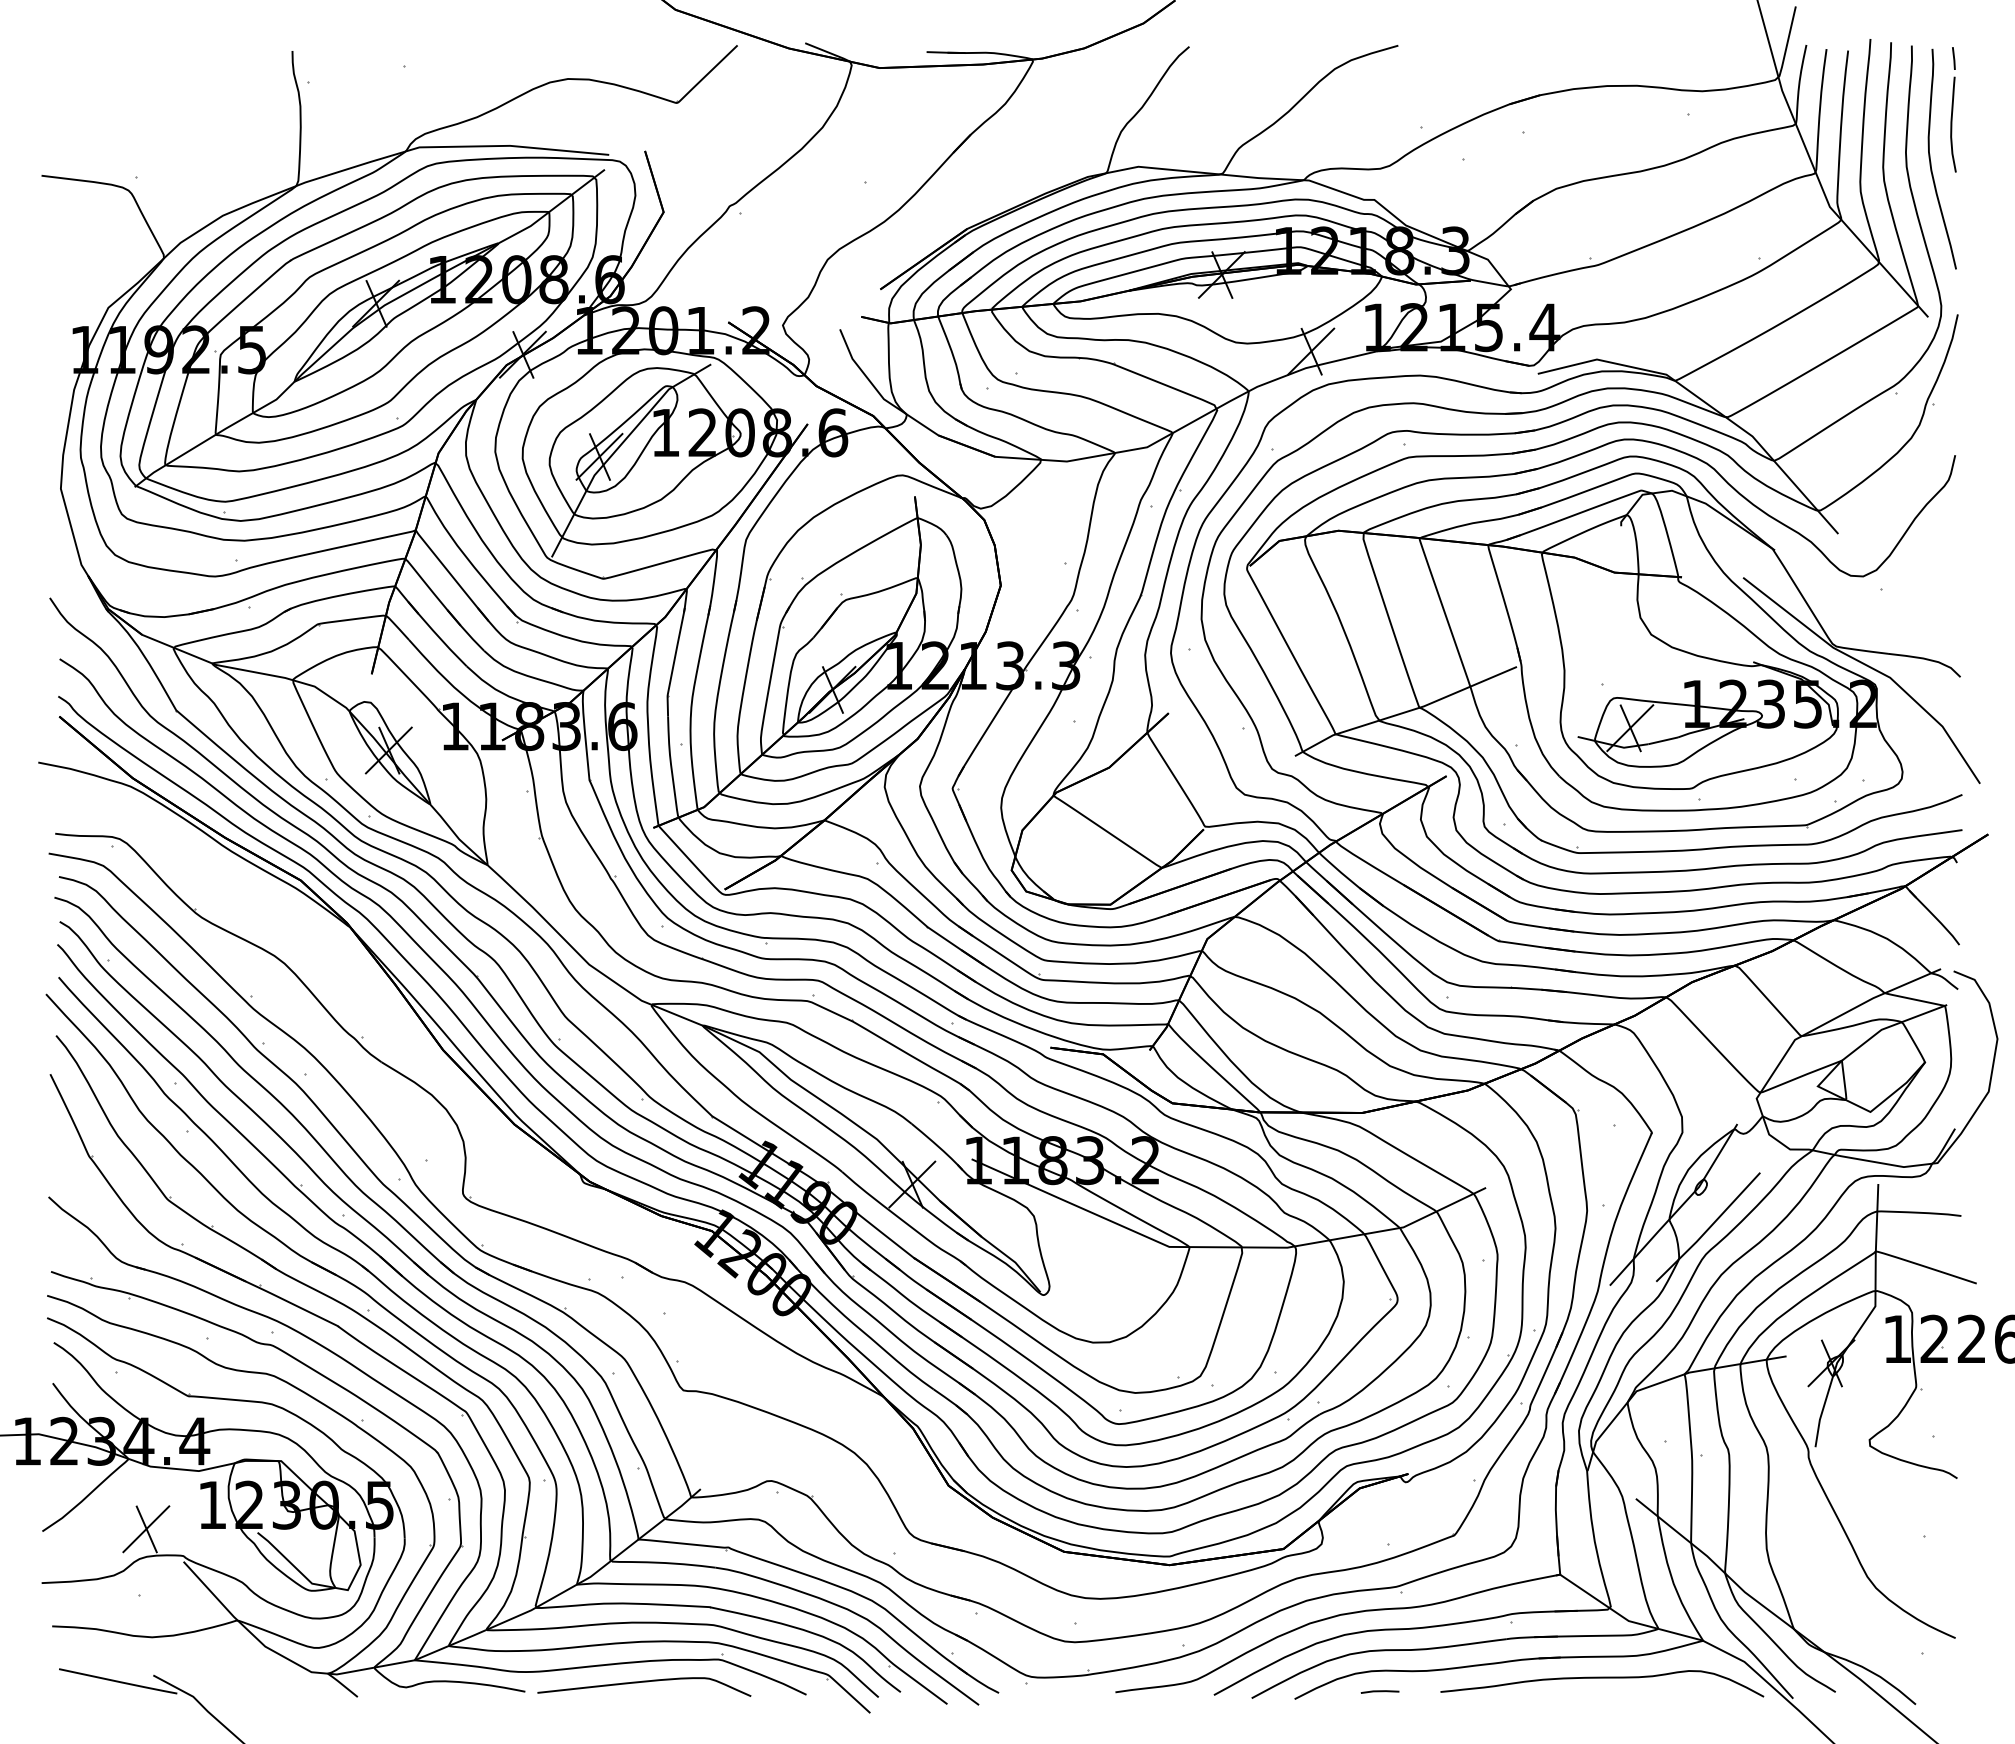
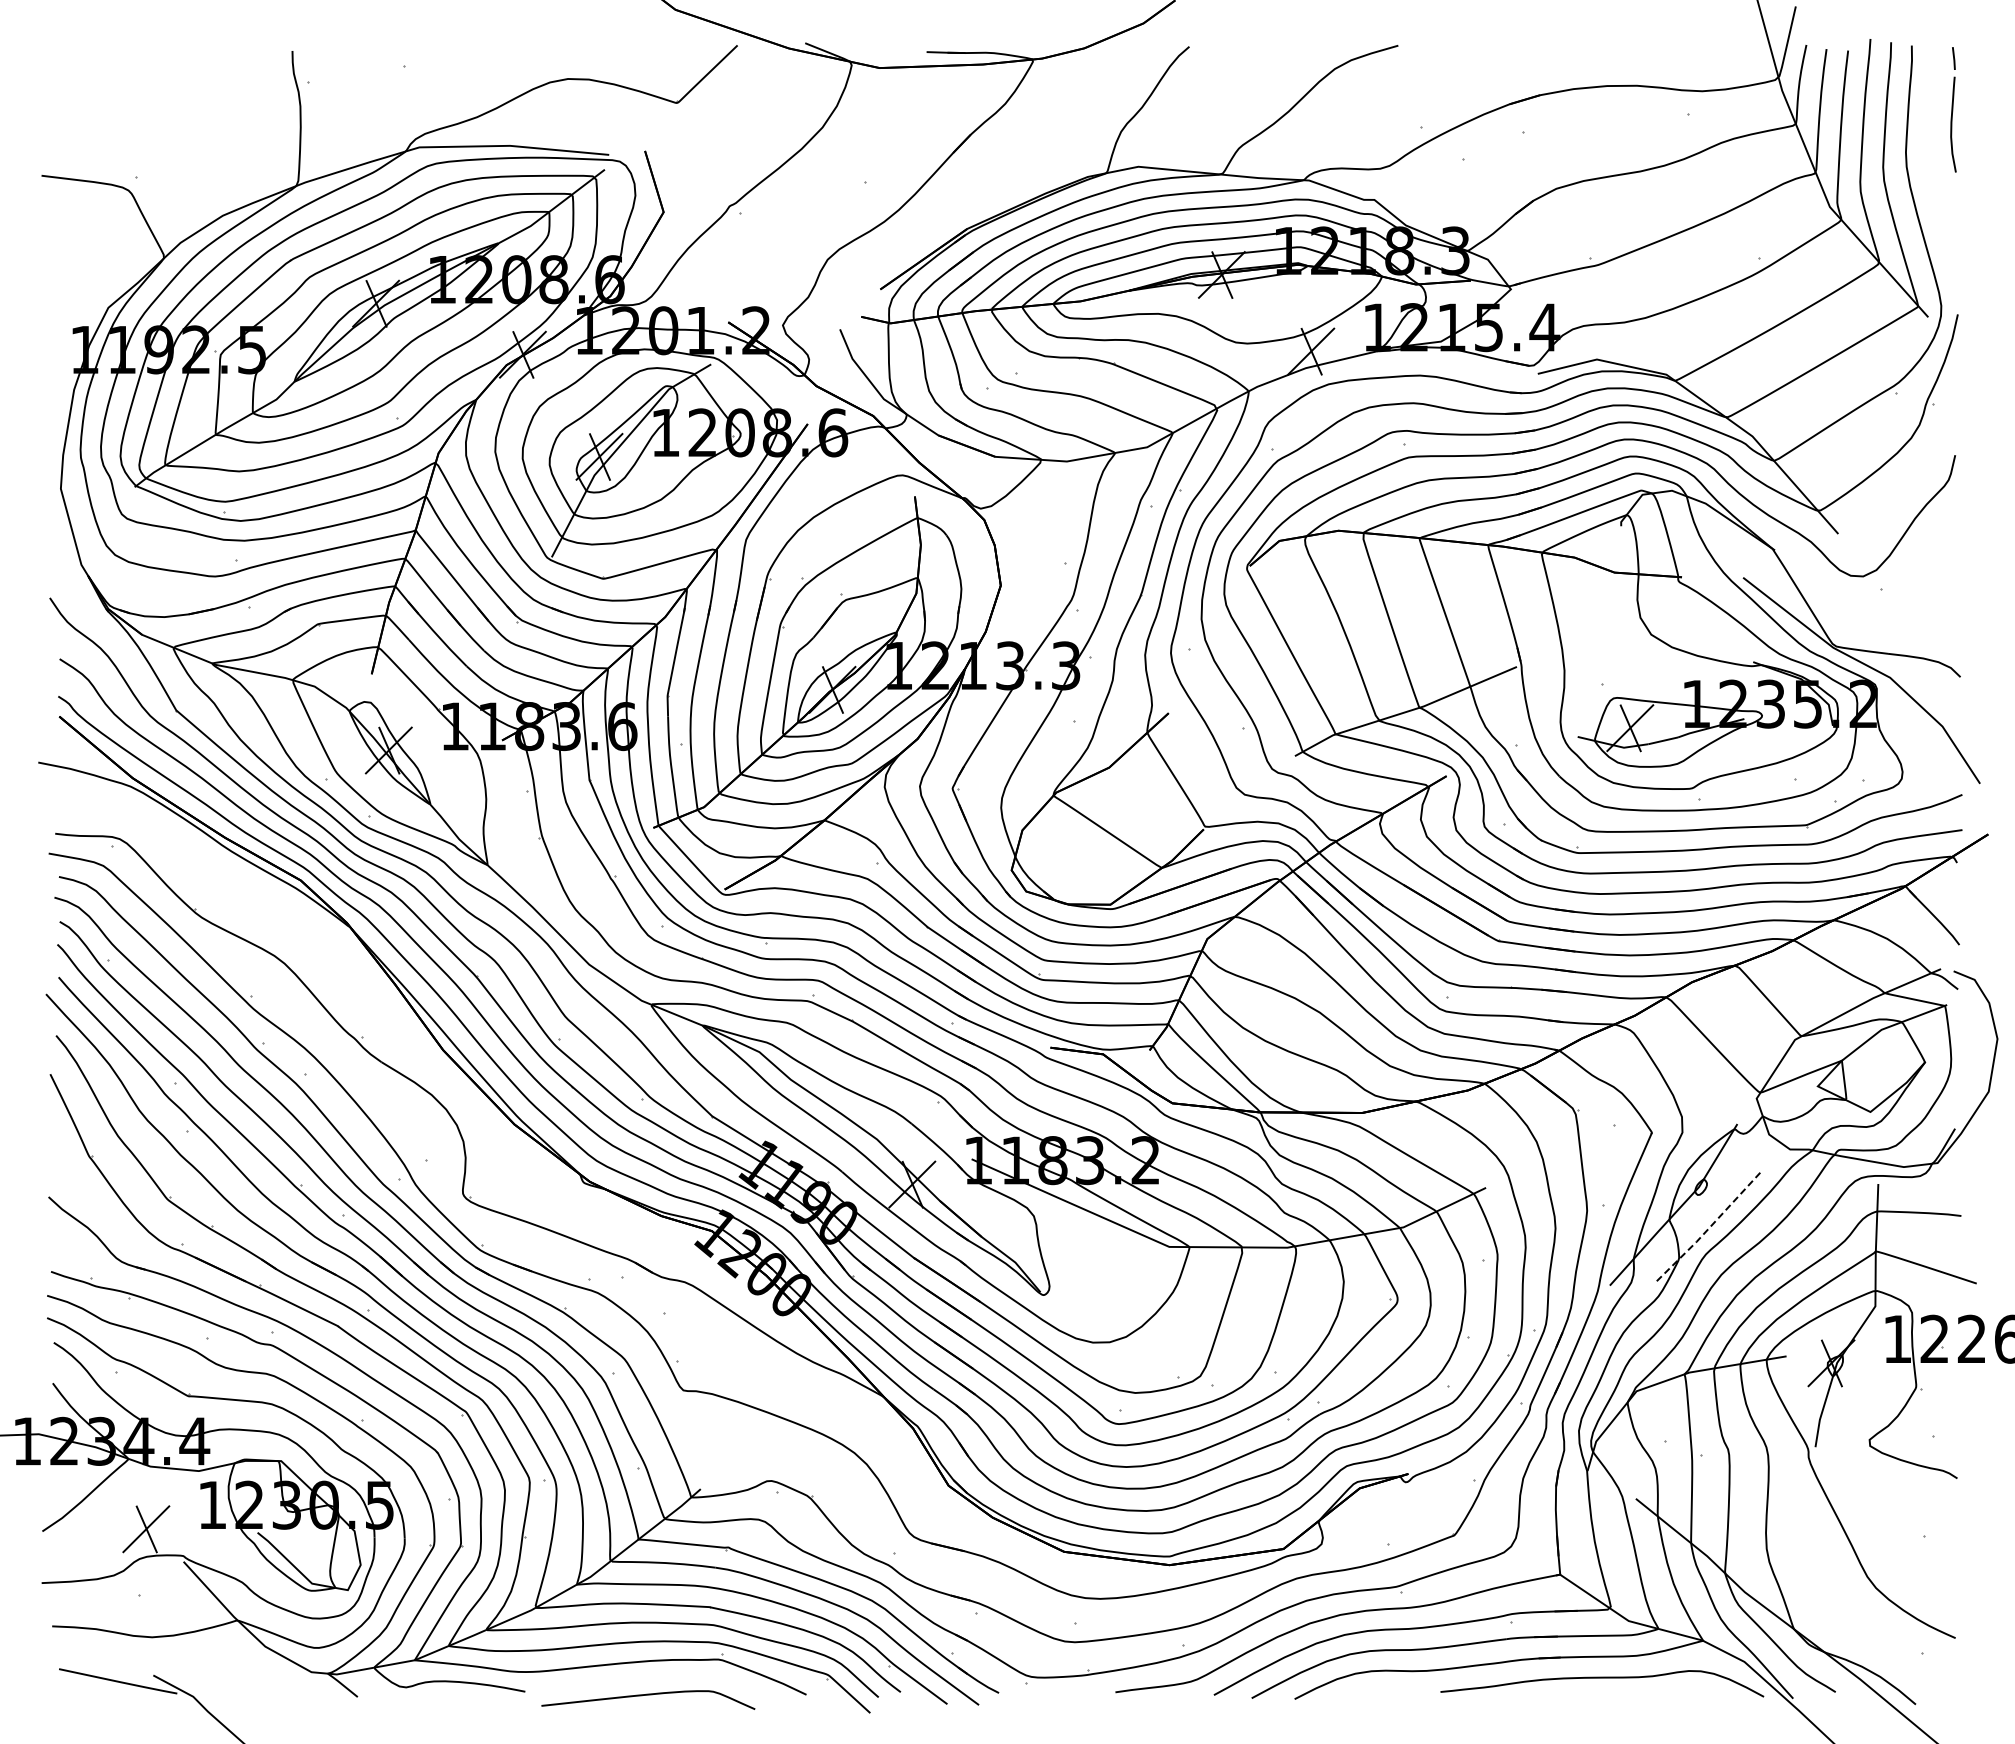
curve at (1931, 161): present -> none
line at (1708, 1228): solid -> dashed
curve at (644, 1682) position: (644, 1682) -> (648, 1695)
line at (1379, 1691): present -> none
